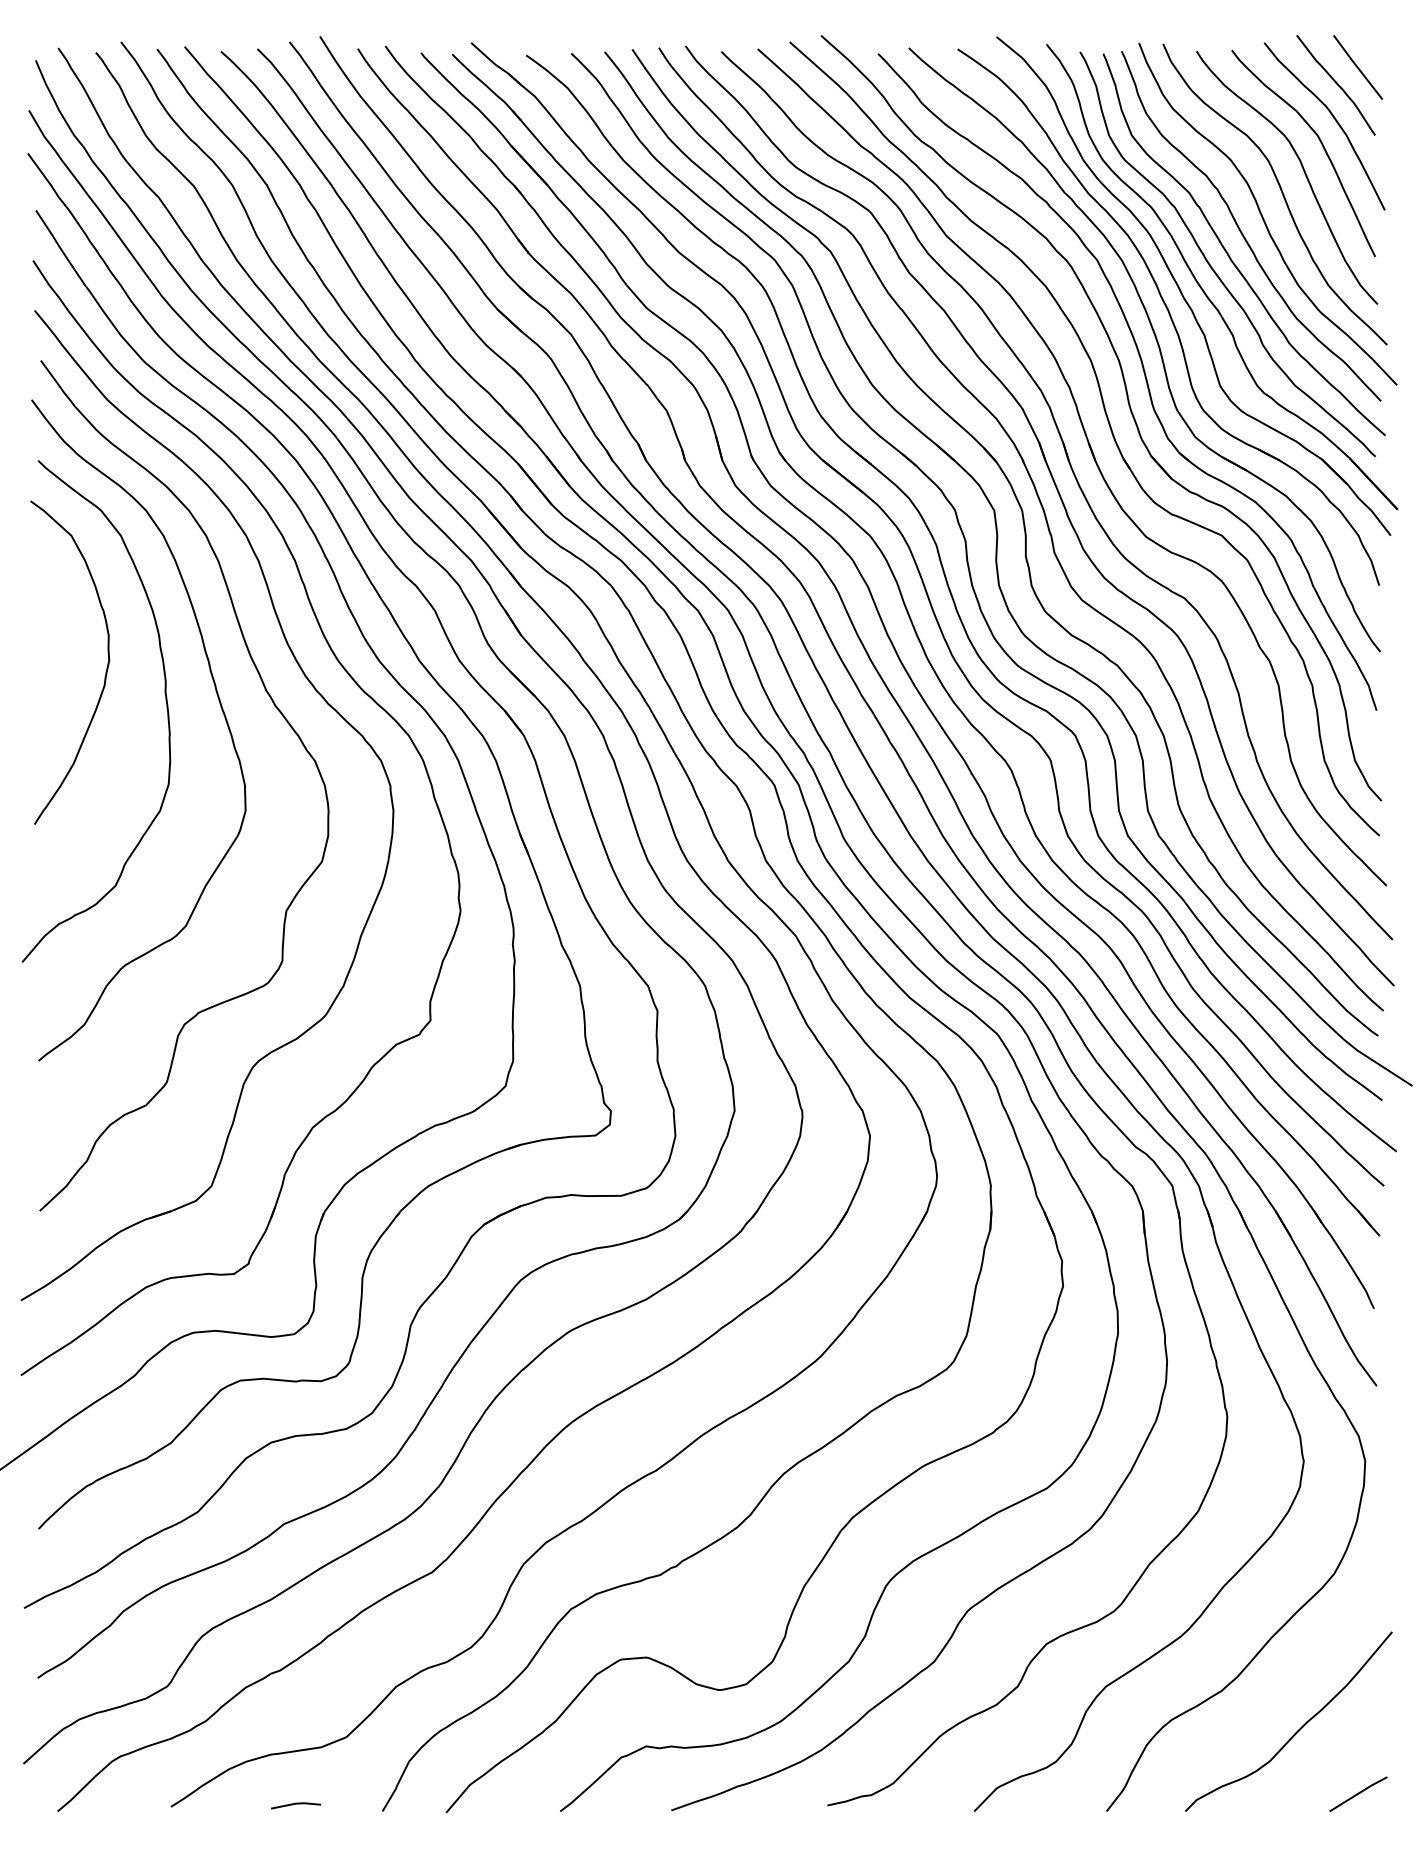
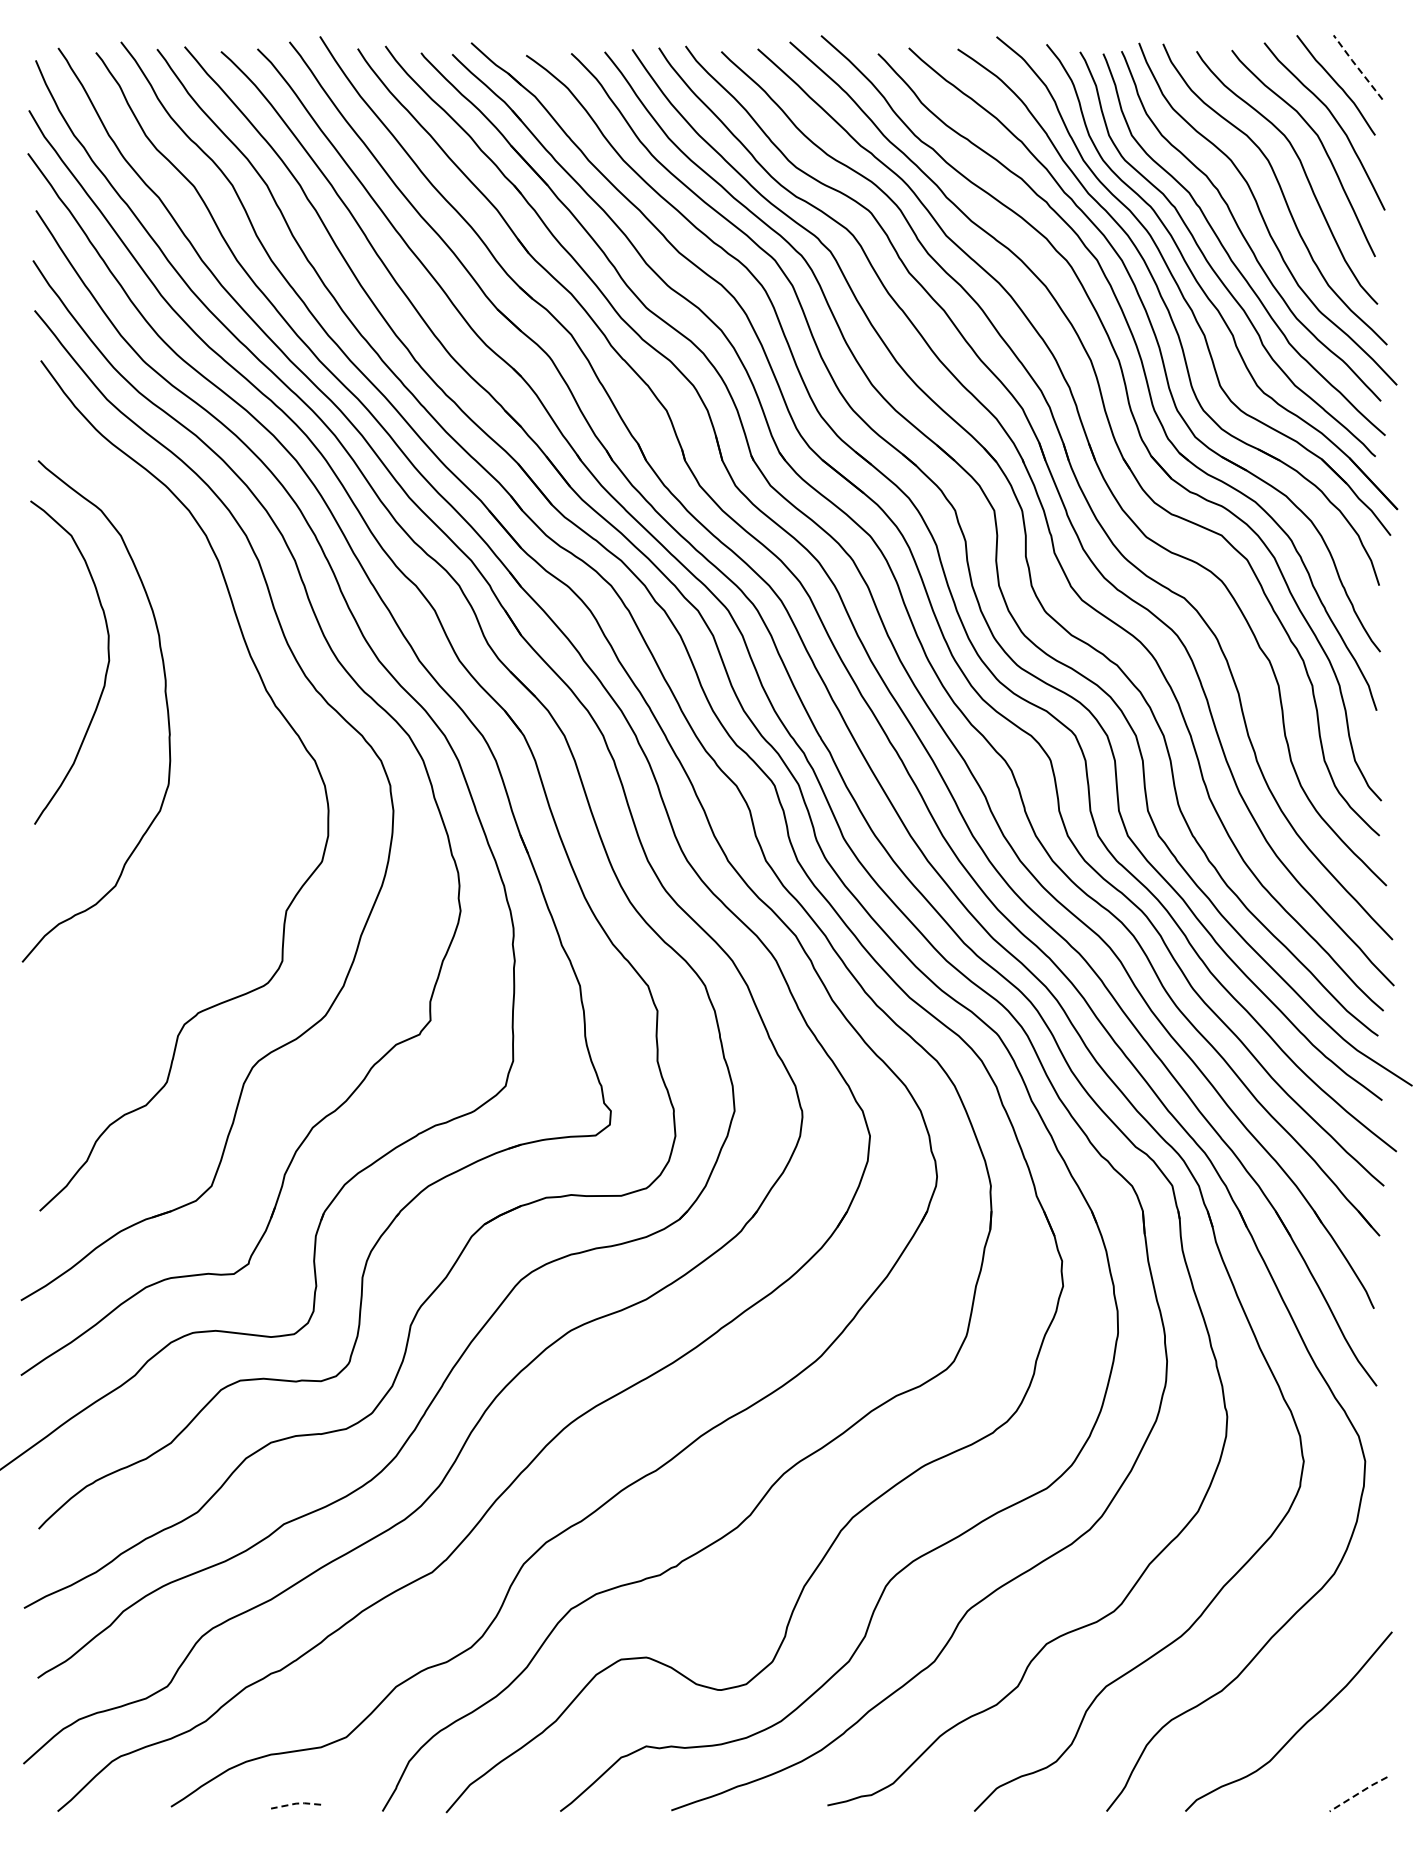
line at (1356, 66): solid -> dashed
curve at (219, 704): present -> none
line at (1358, 1793): solid -> dashed
line at (296, 1803): solid -> dashed
